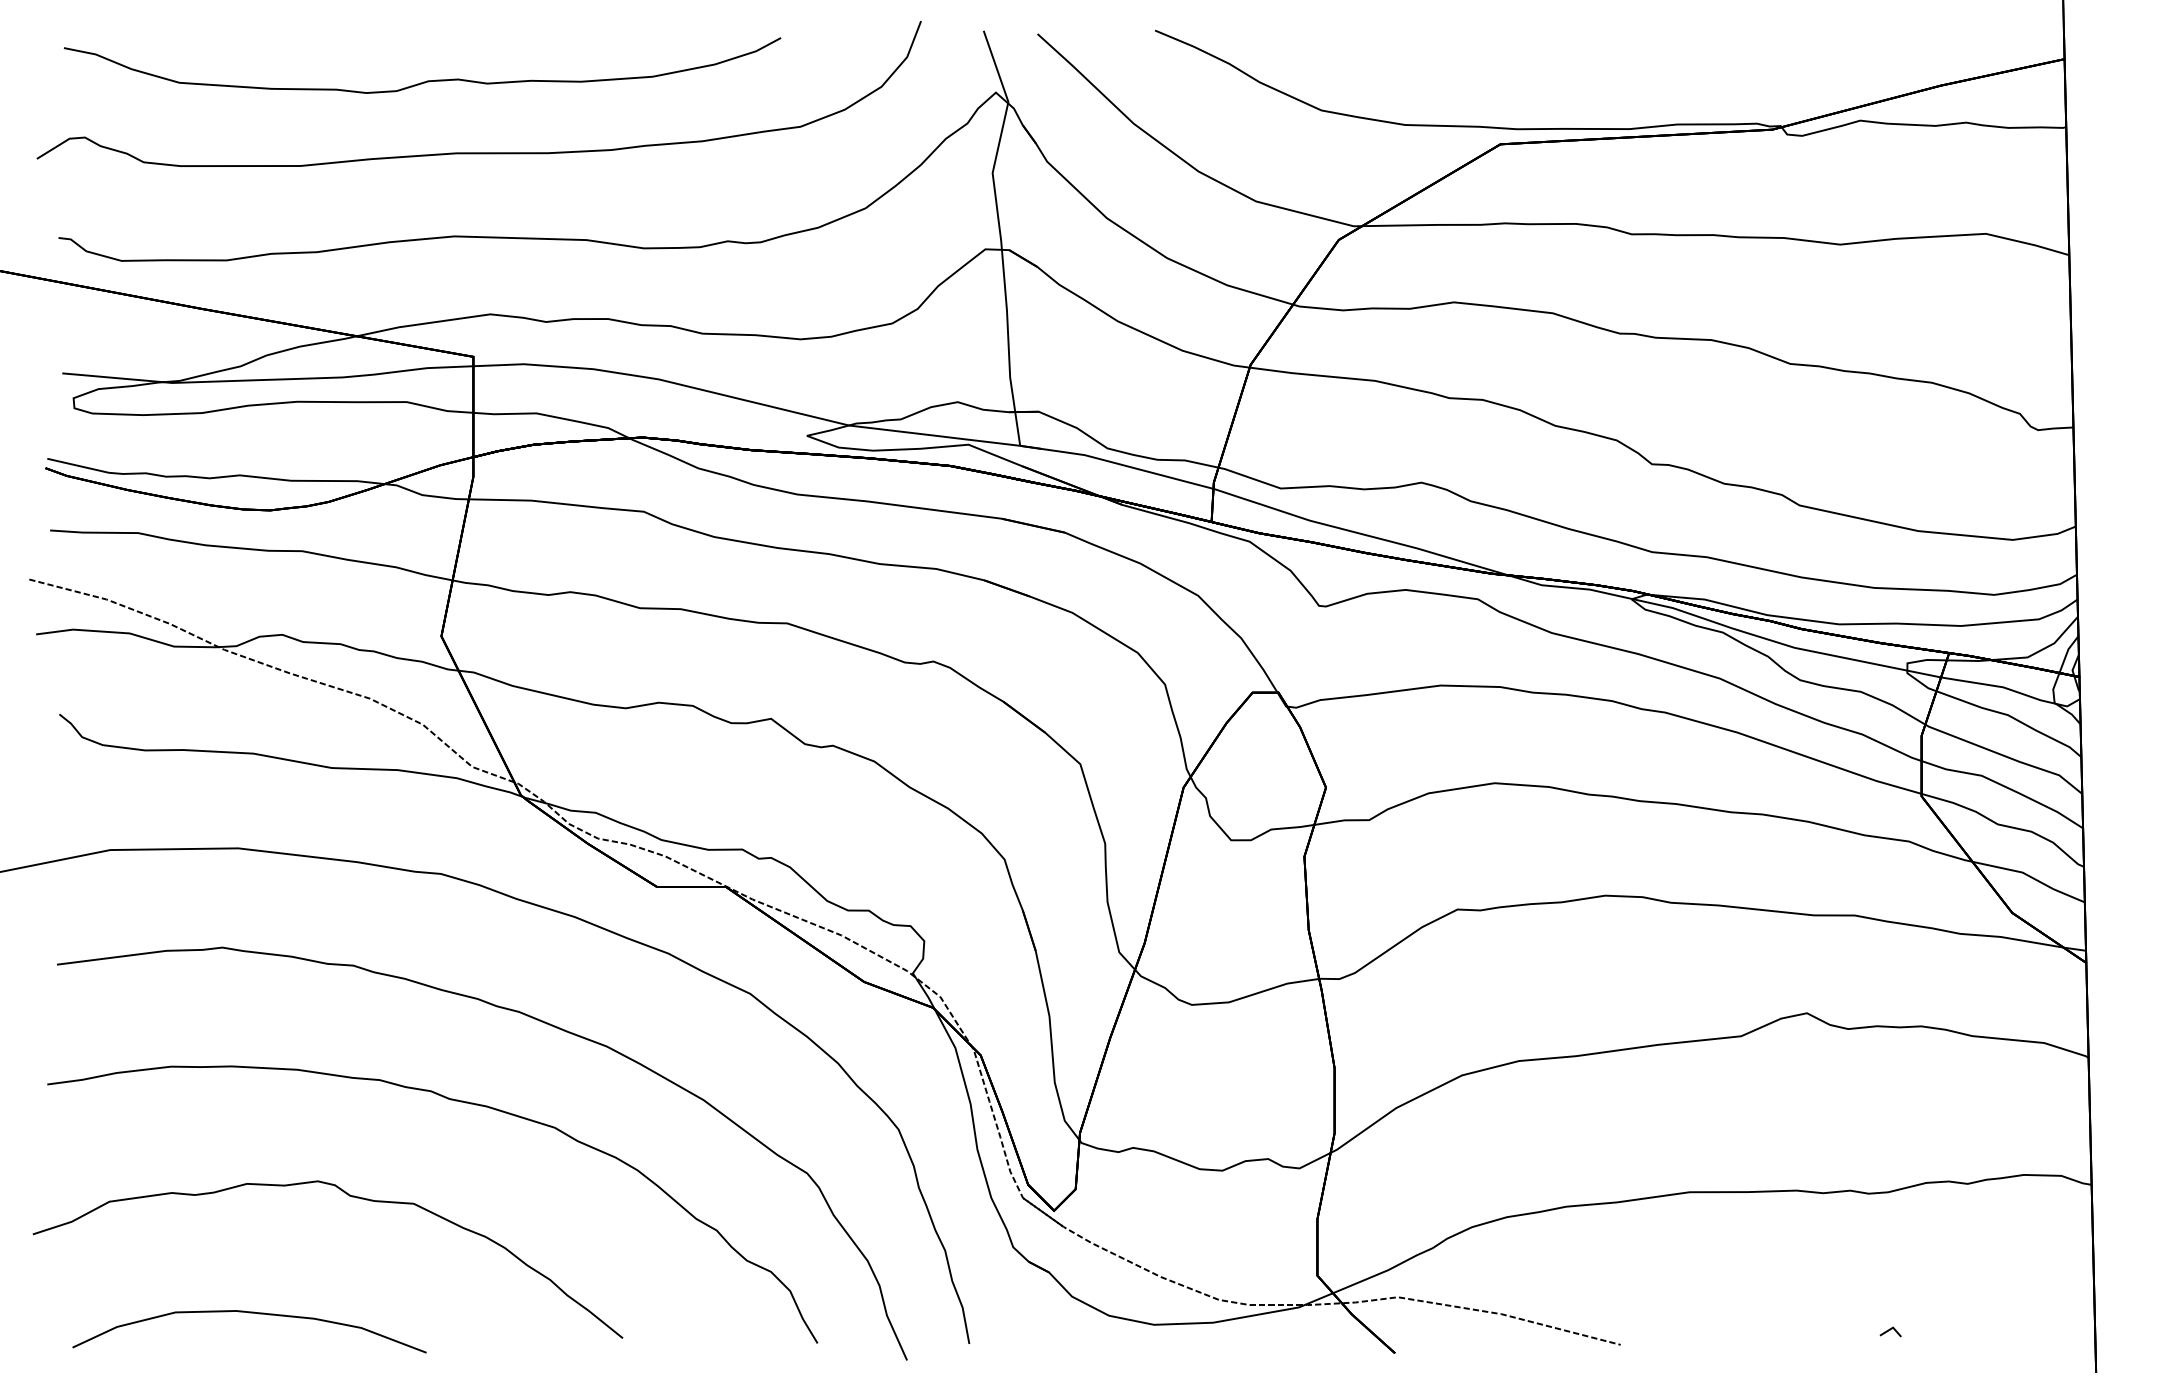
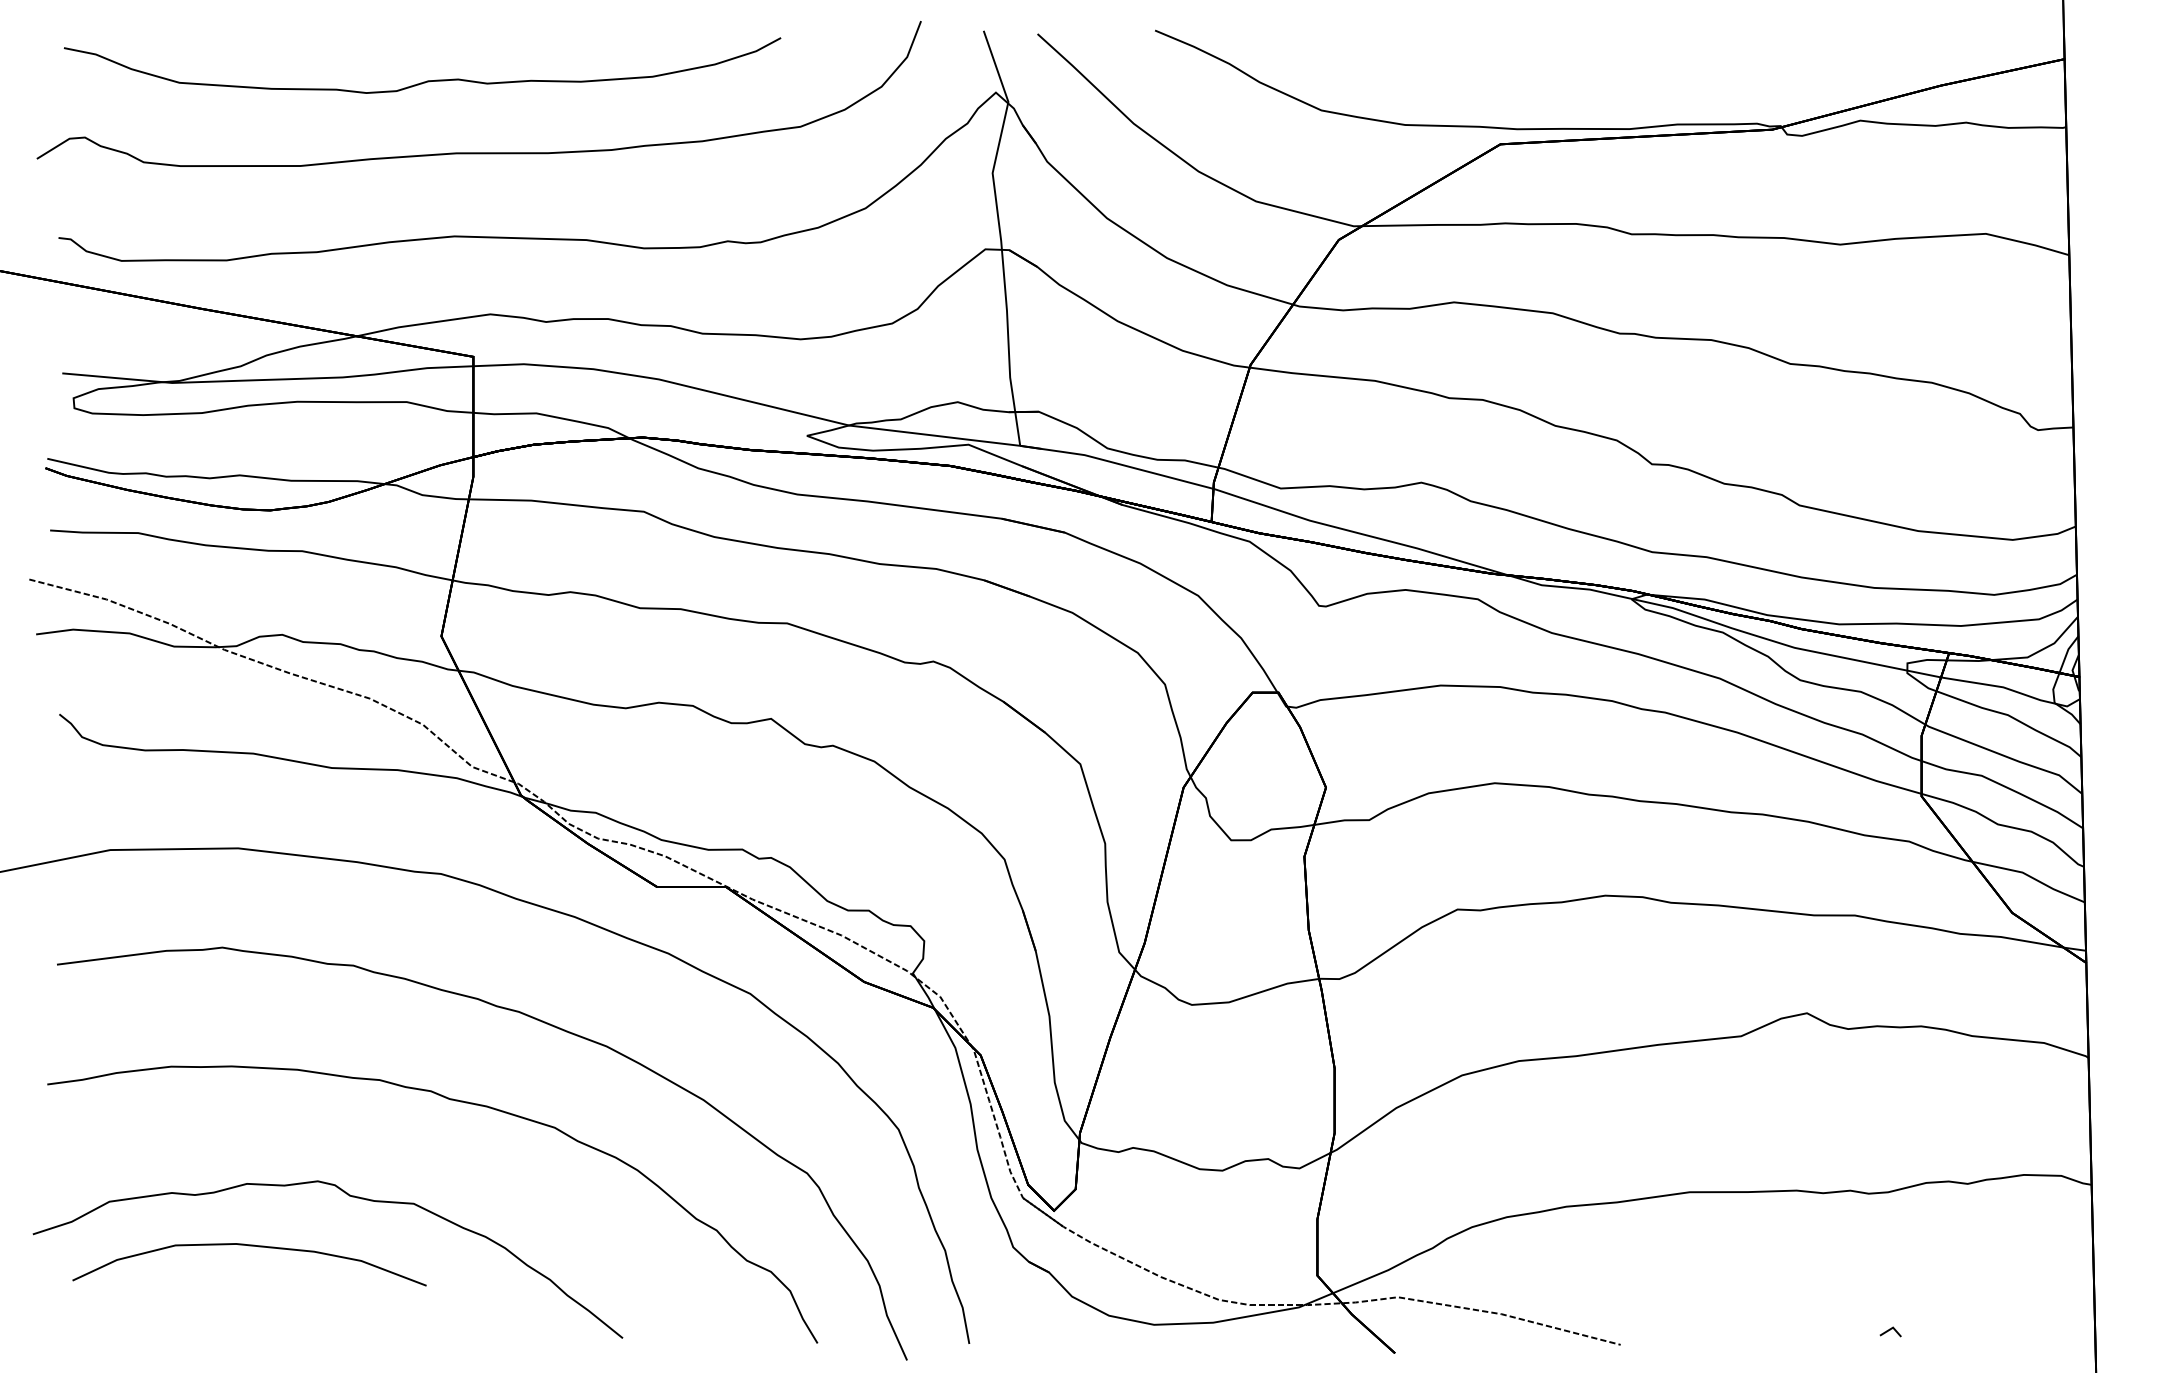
part at (249, 1313) position: (249, 1313) -> (249, 1246)
